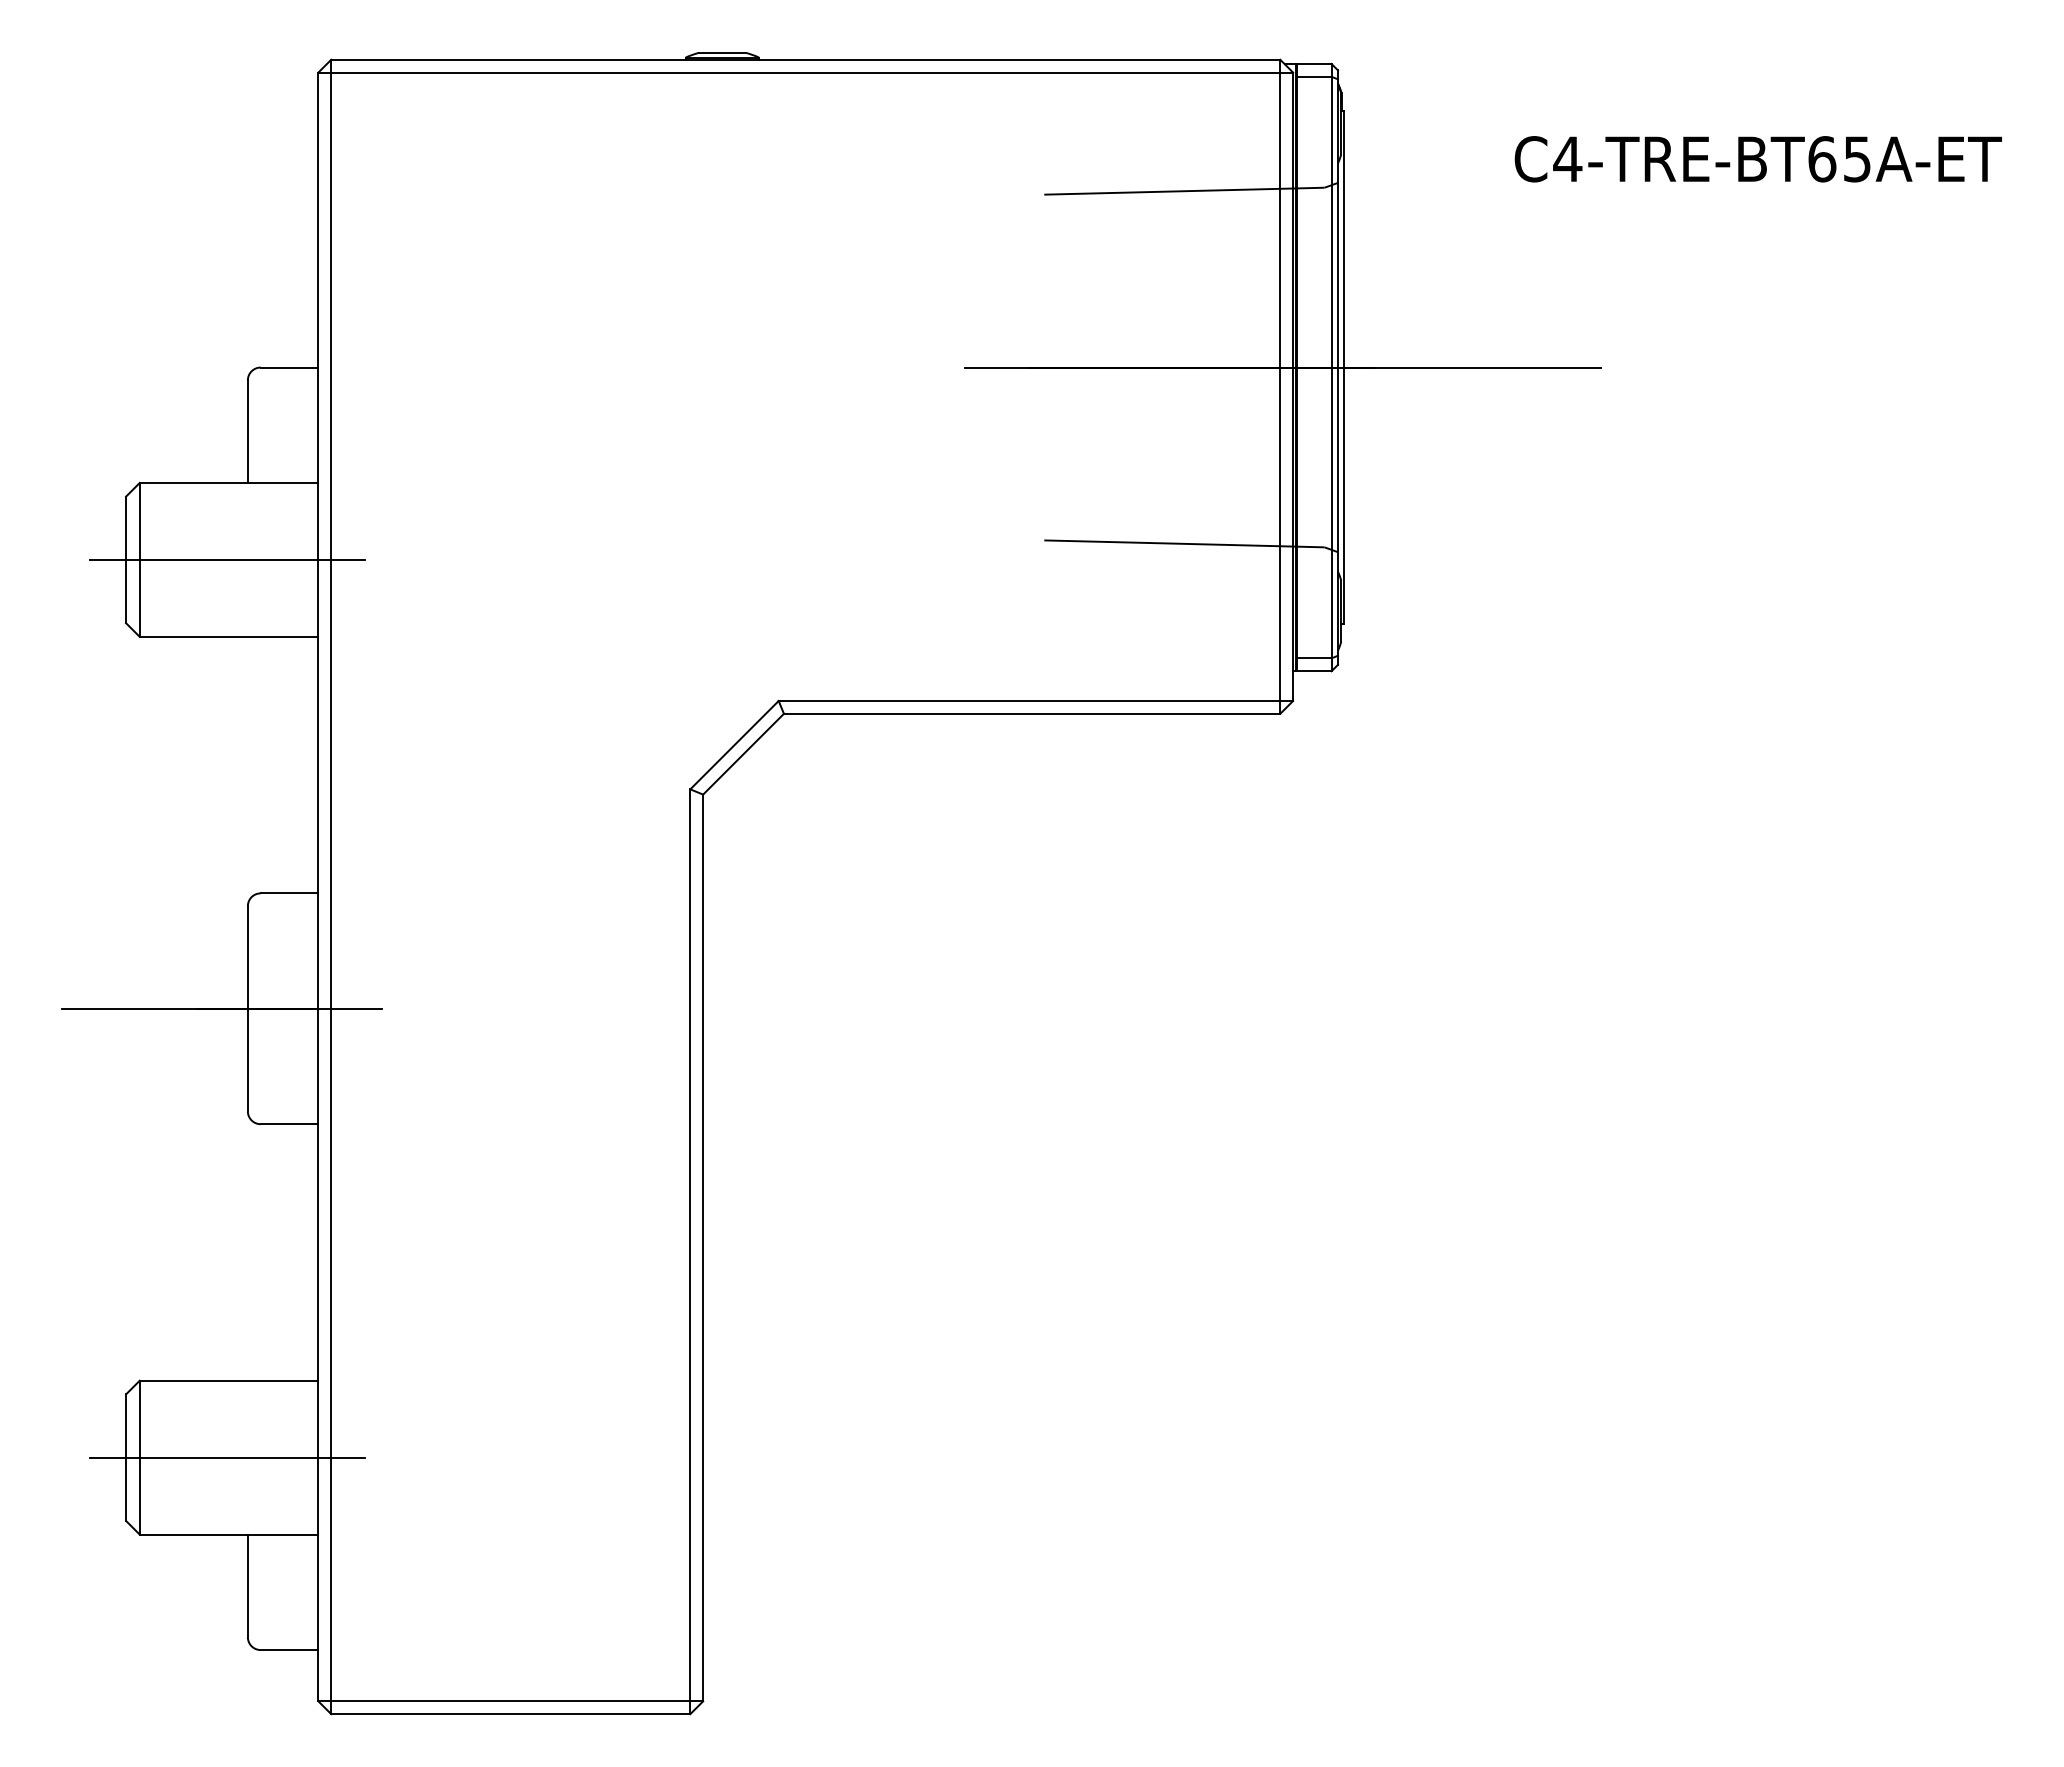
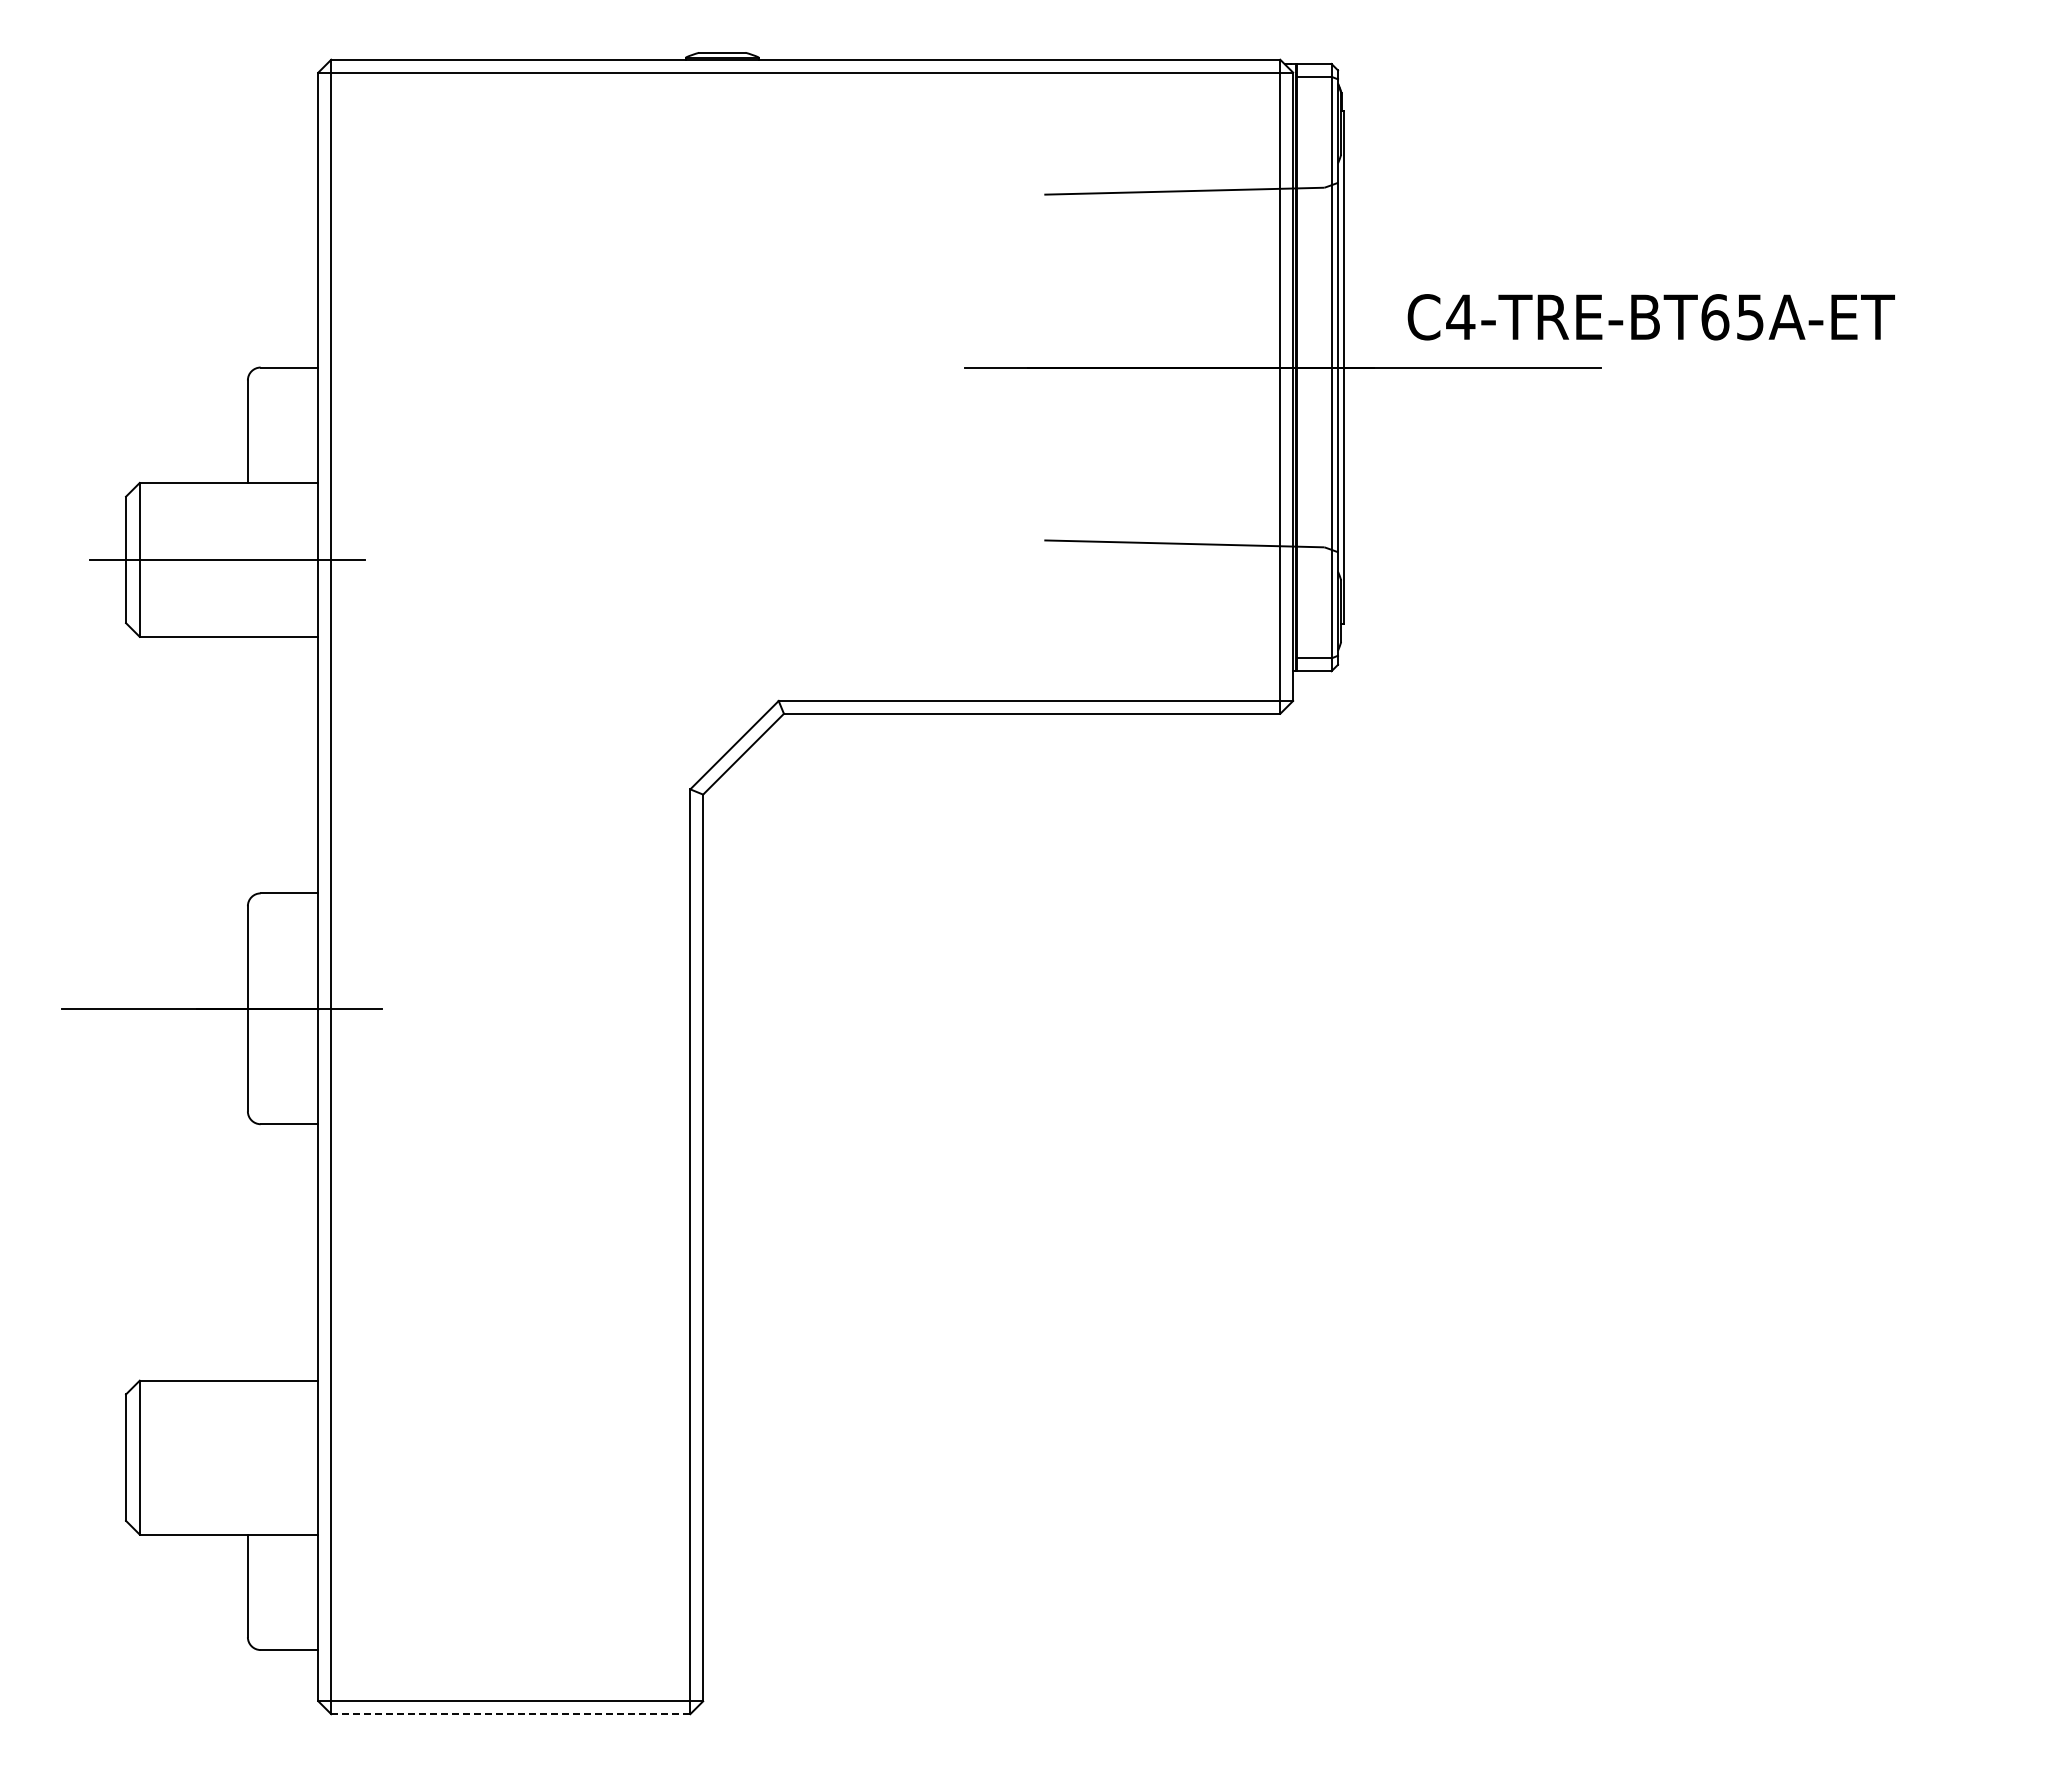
text at (1757, 159) position: (1757, 159) -> (1650, 317)
line at (226, 1457): present -> none
line at (510, 1714): solid -> dashed
